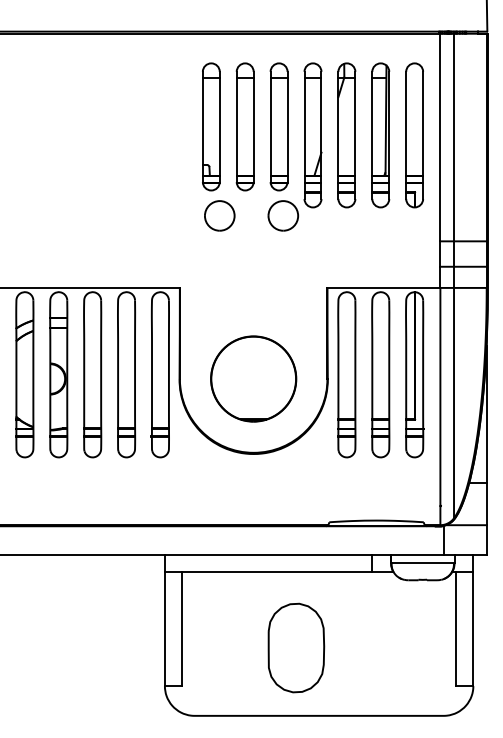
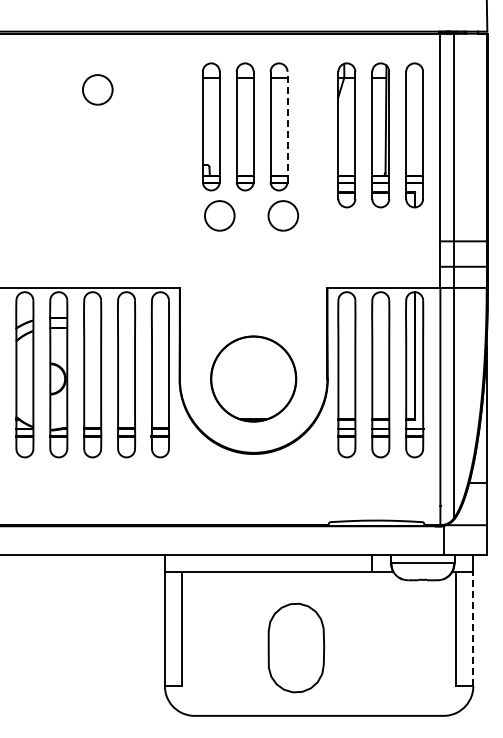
part at (97, 89): none -> present
line at (287, 126): solid -> dashed
part at (312, 135): present -> none
line at (473, 628): solid -> dashed
